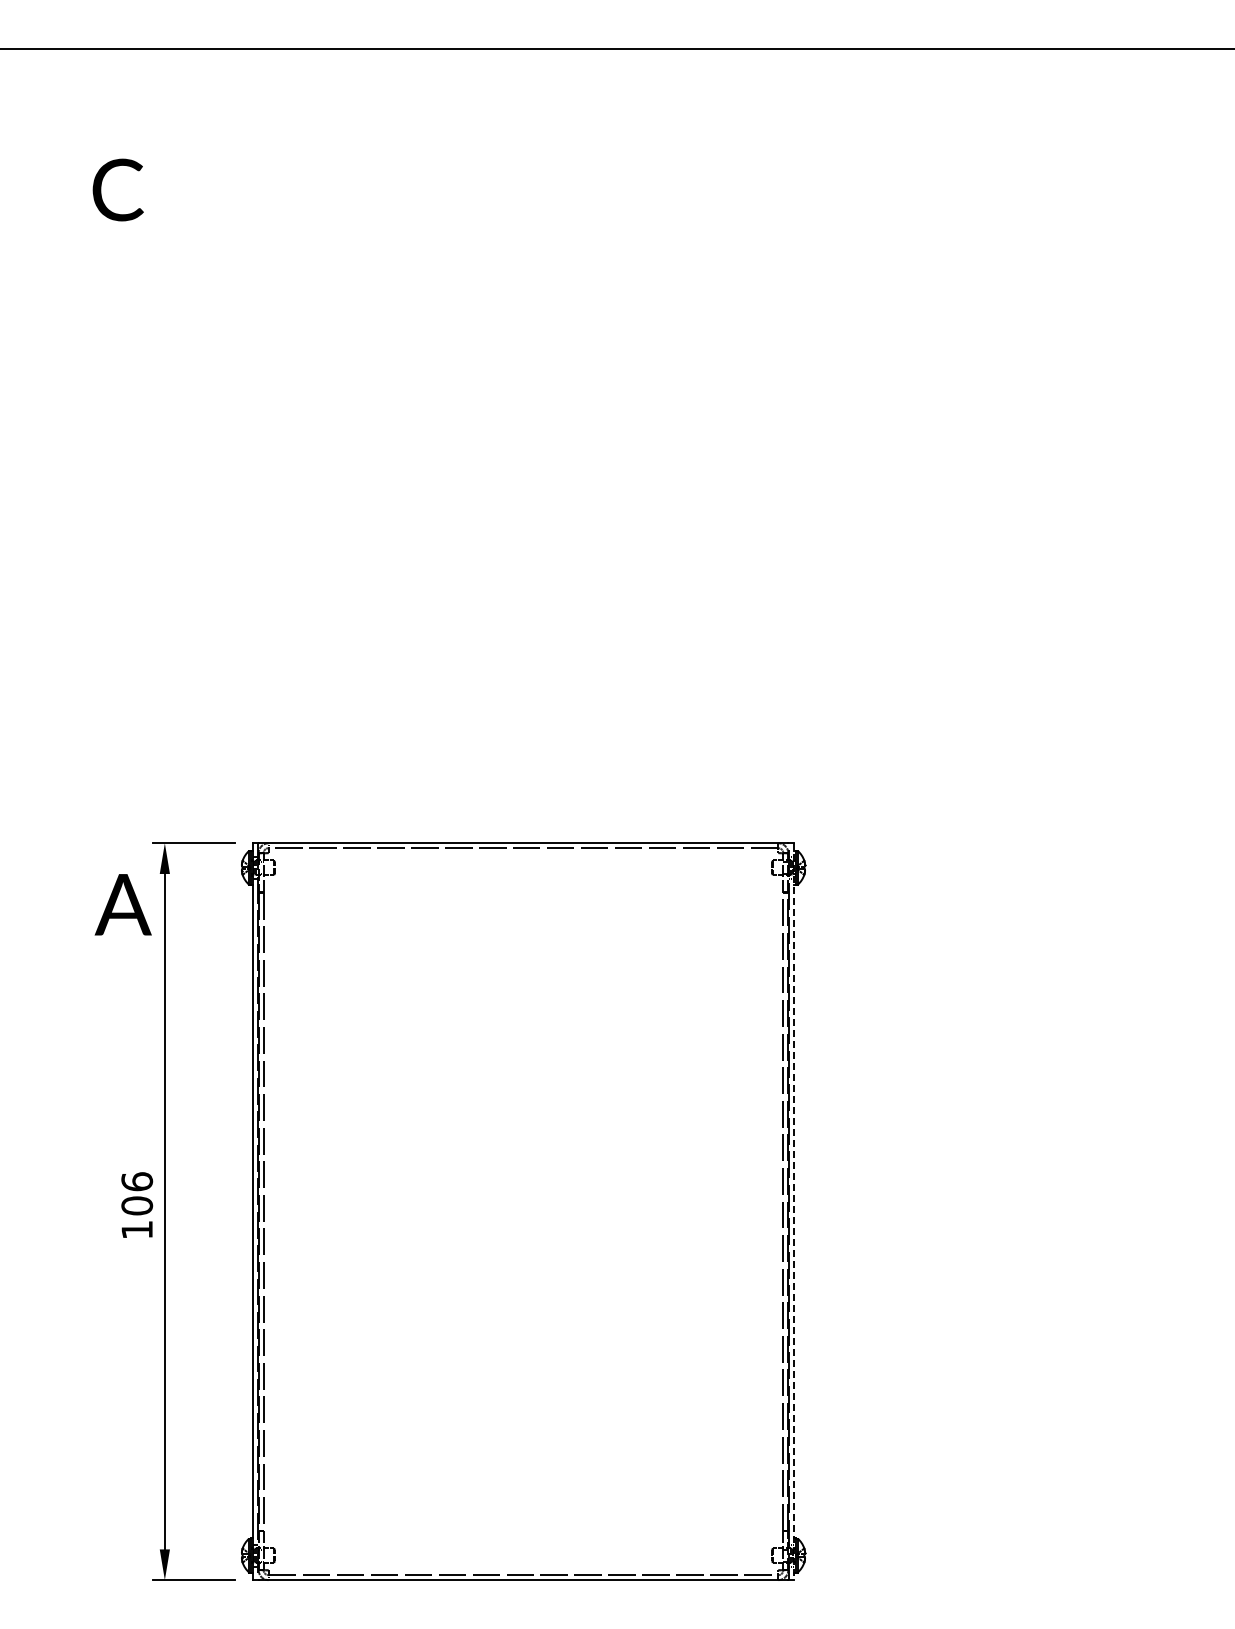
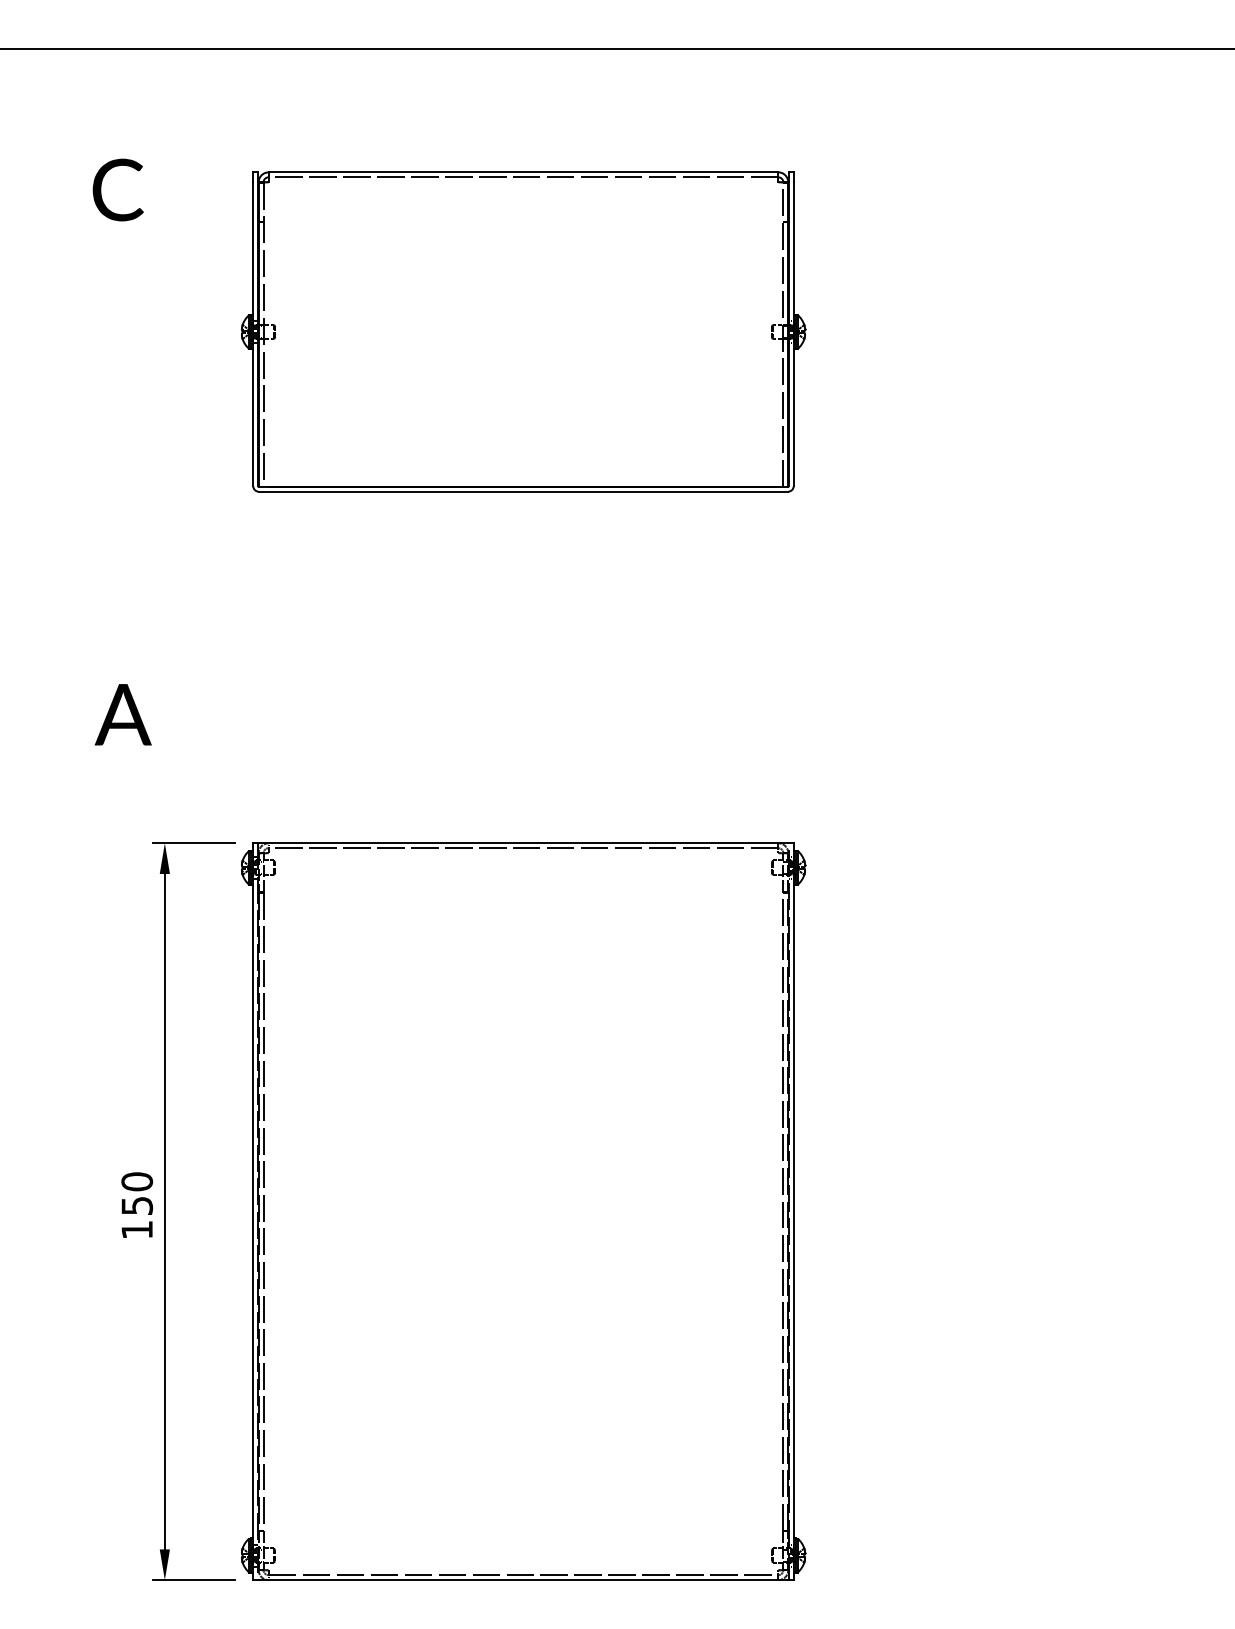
part at (523, 331): none -> present
text at (122, 904) position: (122, 904) -> (122, 714)
text at (137, 1193): 106 -> 150
line at (793, 1212): dashed -> solid
